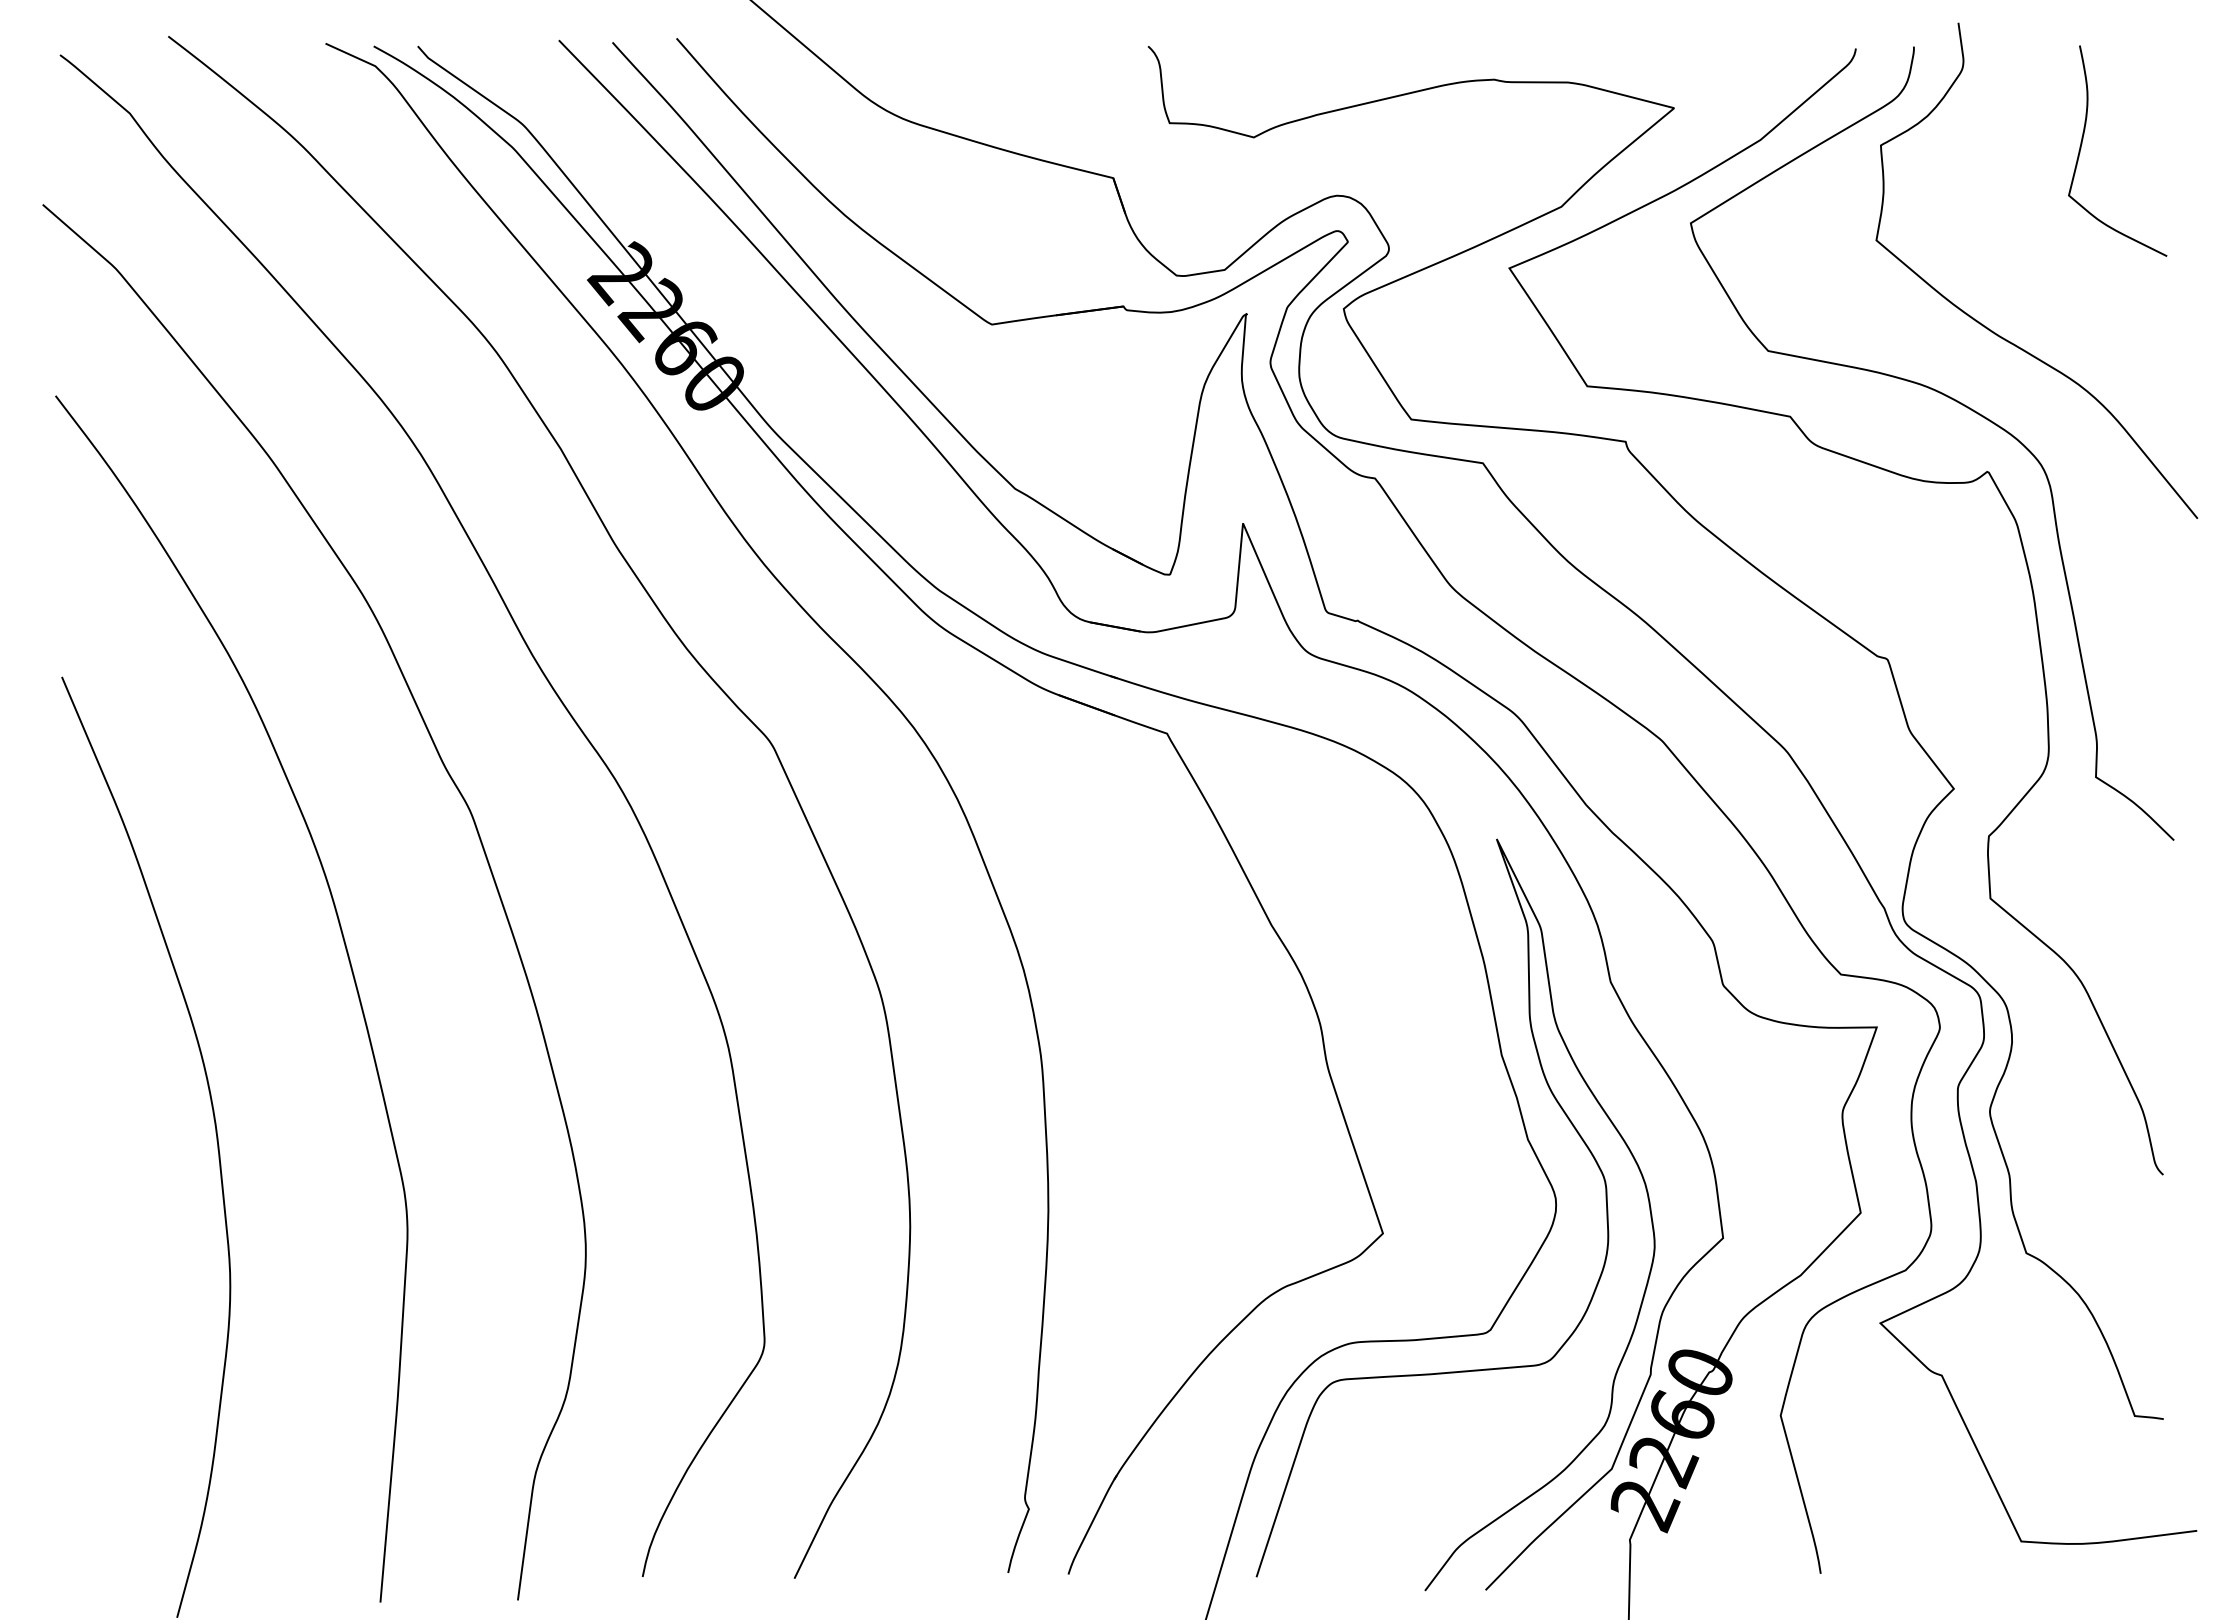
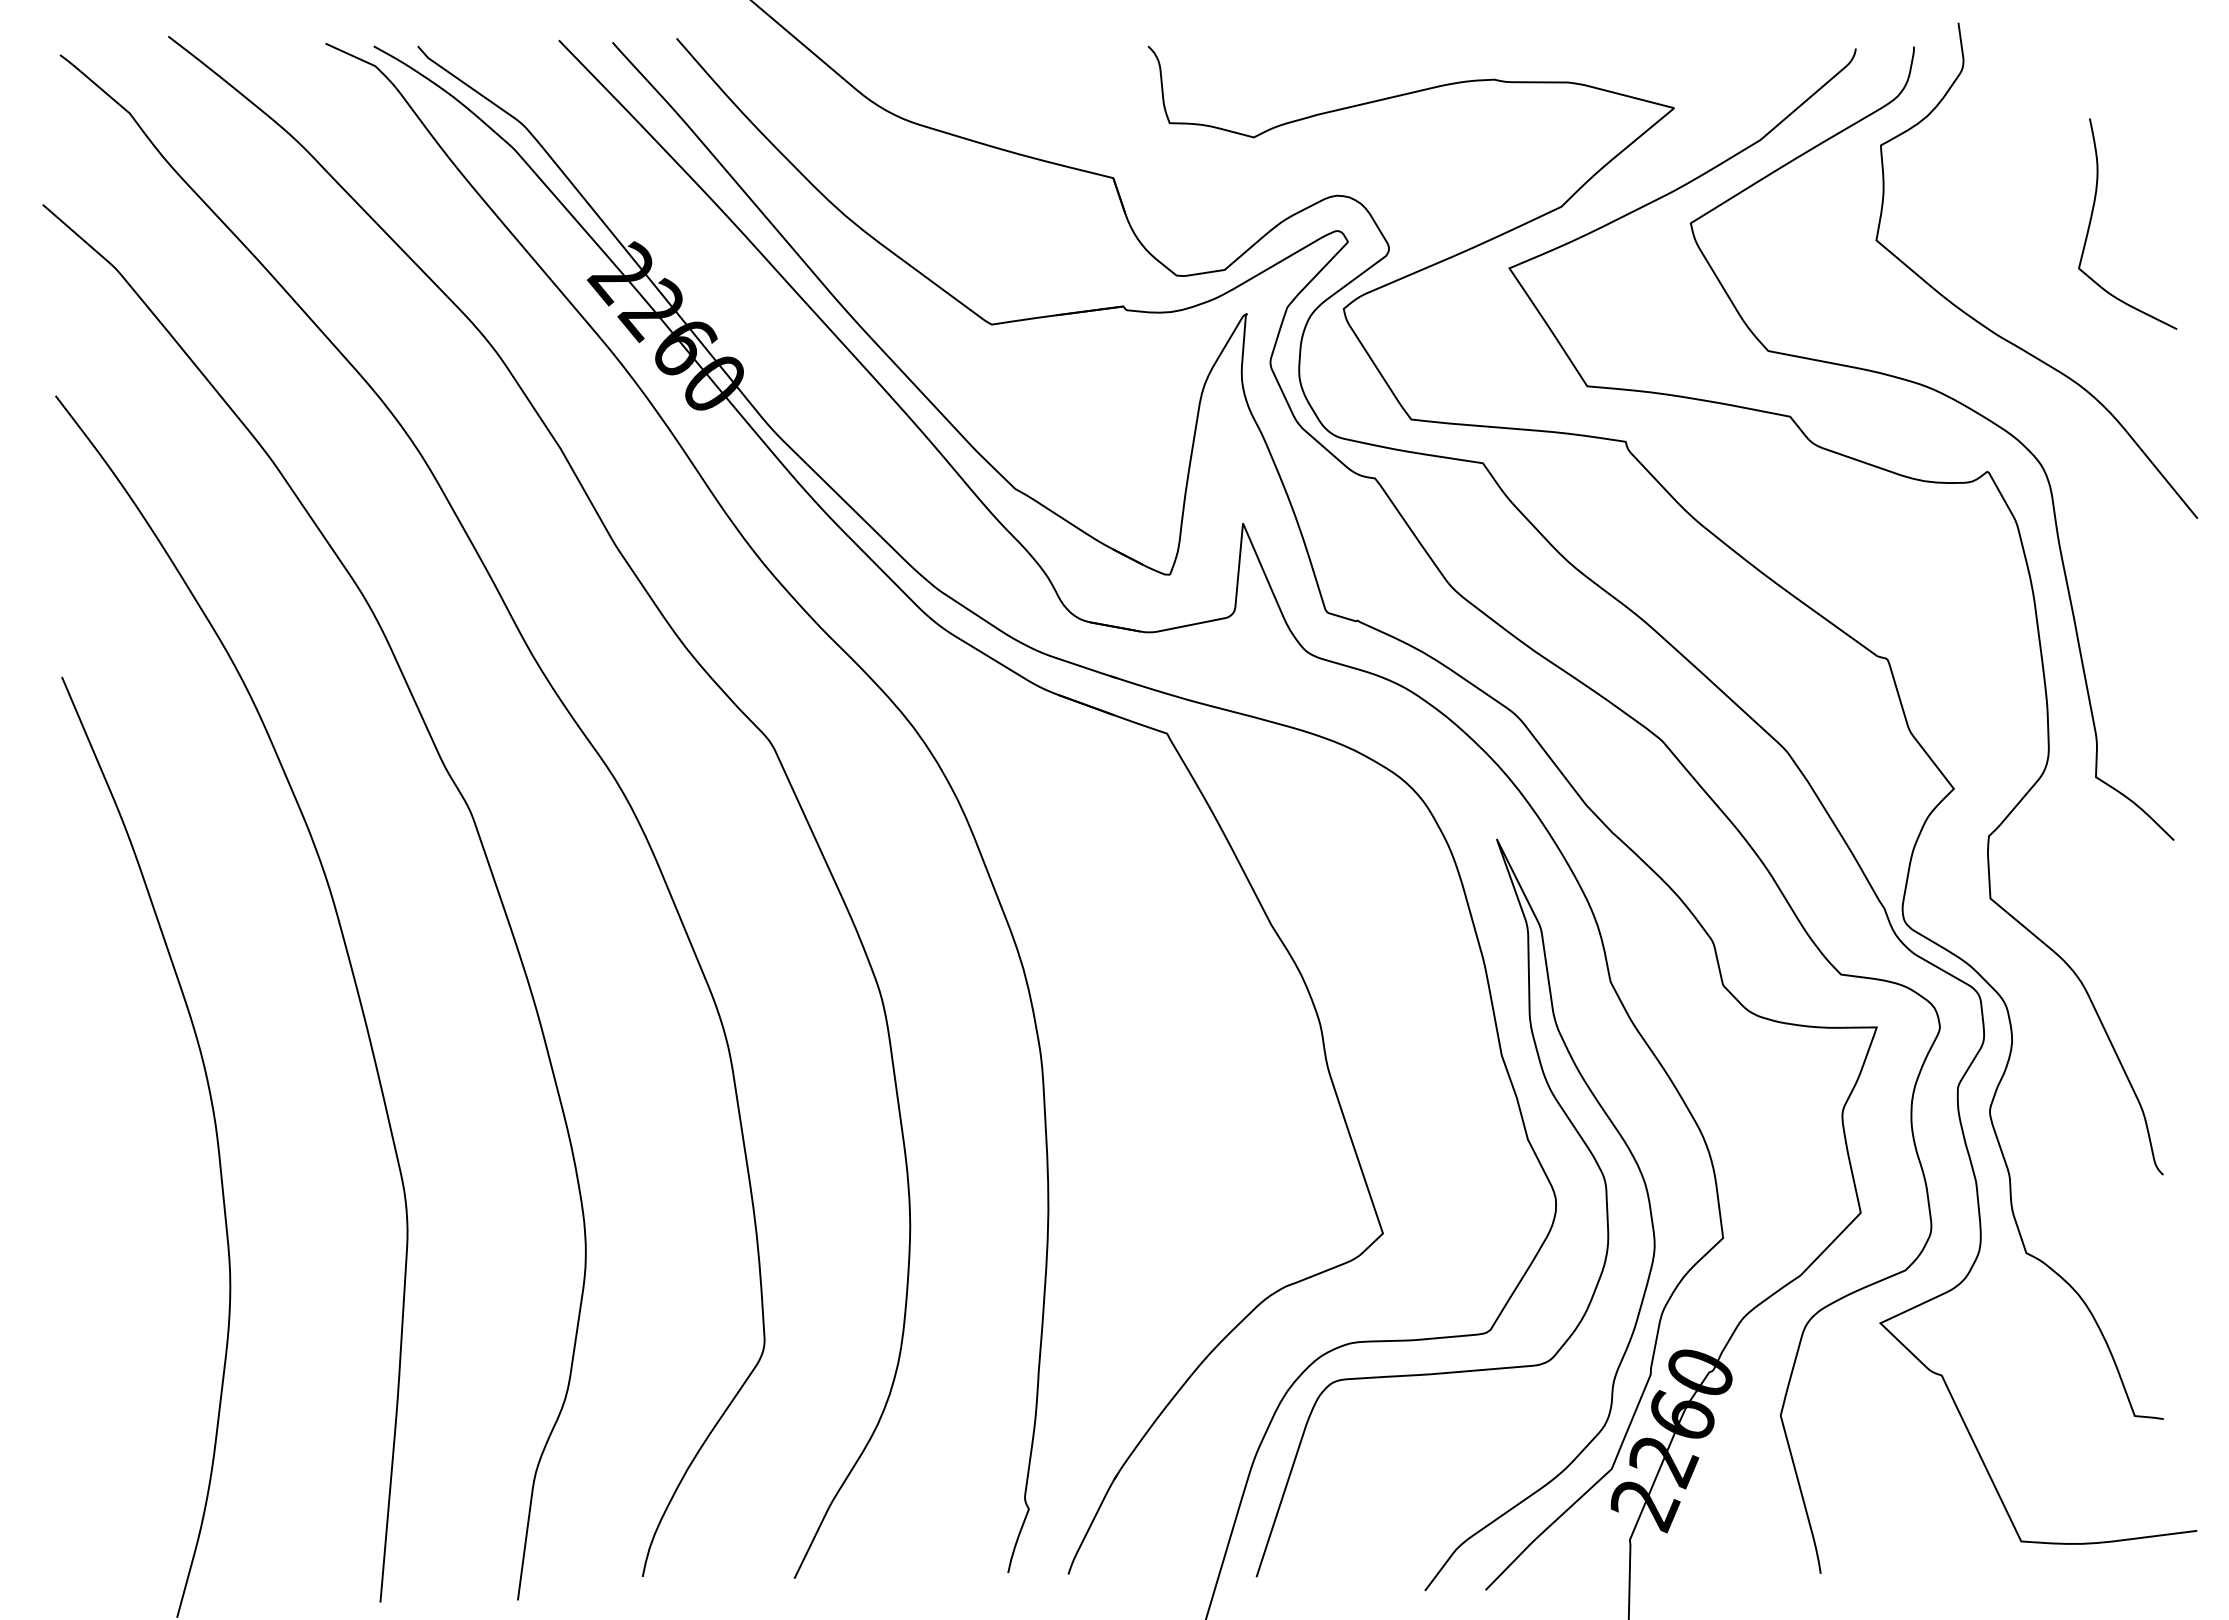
curve at (2082, 144) position: (2082, 144) -> (2092, 217)
